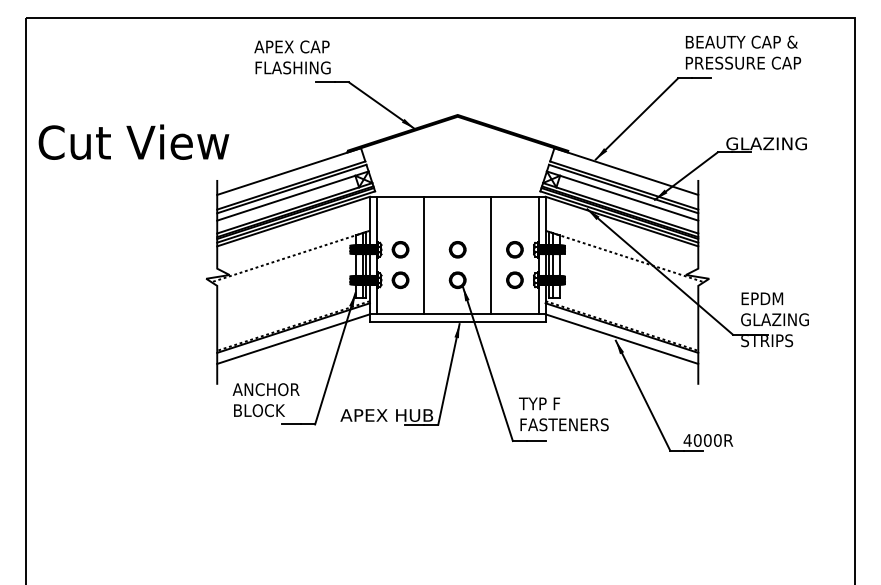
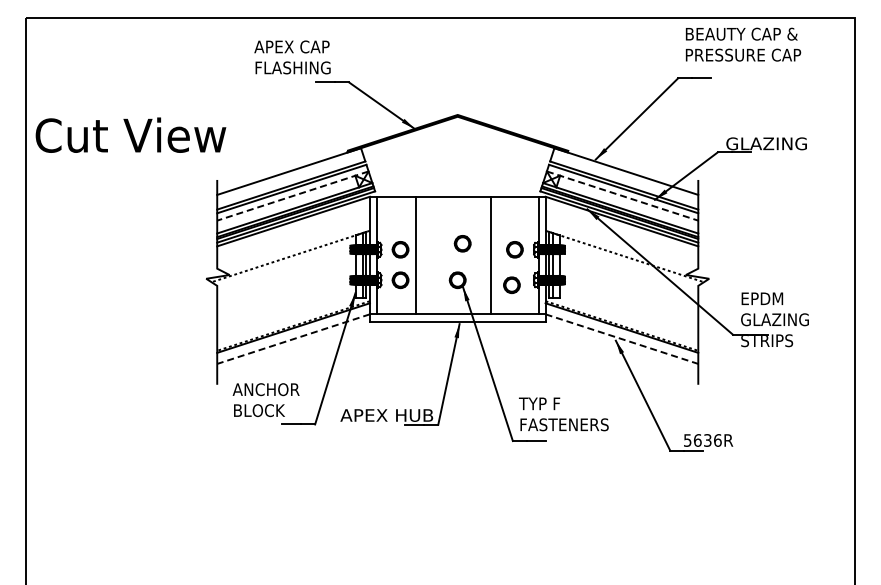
text at (743, 52) position: (743, 52) -> (743, 44)
text at (133, 141) position: (133, 141) -> (130, 134)
line at (292, 196): solid -> dashed
line at (622, 196): solid -> dashed
part at (457, 249) position: (457, 249) -> (462, 243)
line at (424, 255) position: (424, 255) -> (416, 255)
circle at (514, 279) position: (514, 279) -> (511, 284)
line at (293, 339): solid -> dashed
line at (622, 339): solid -> dashed
text at (702, 440): 4000R -> 5636R
